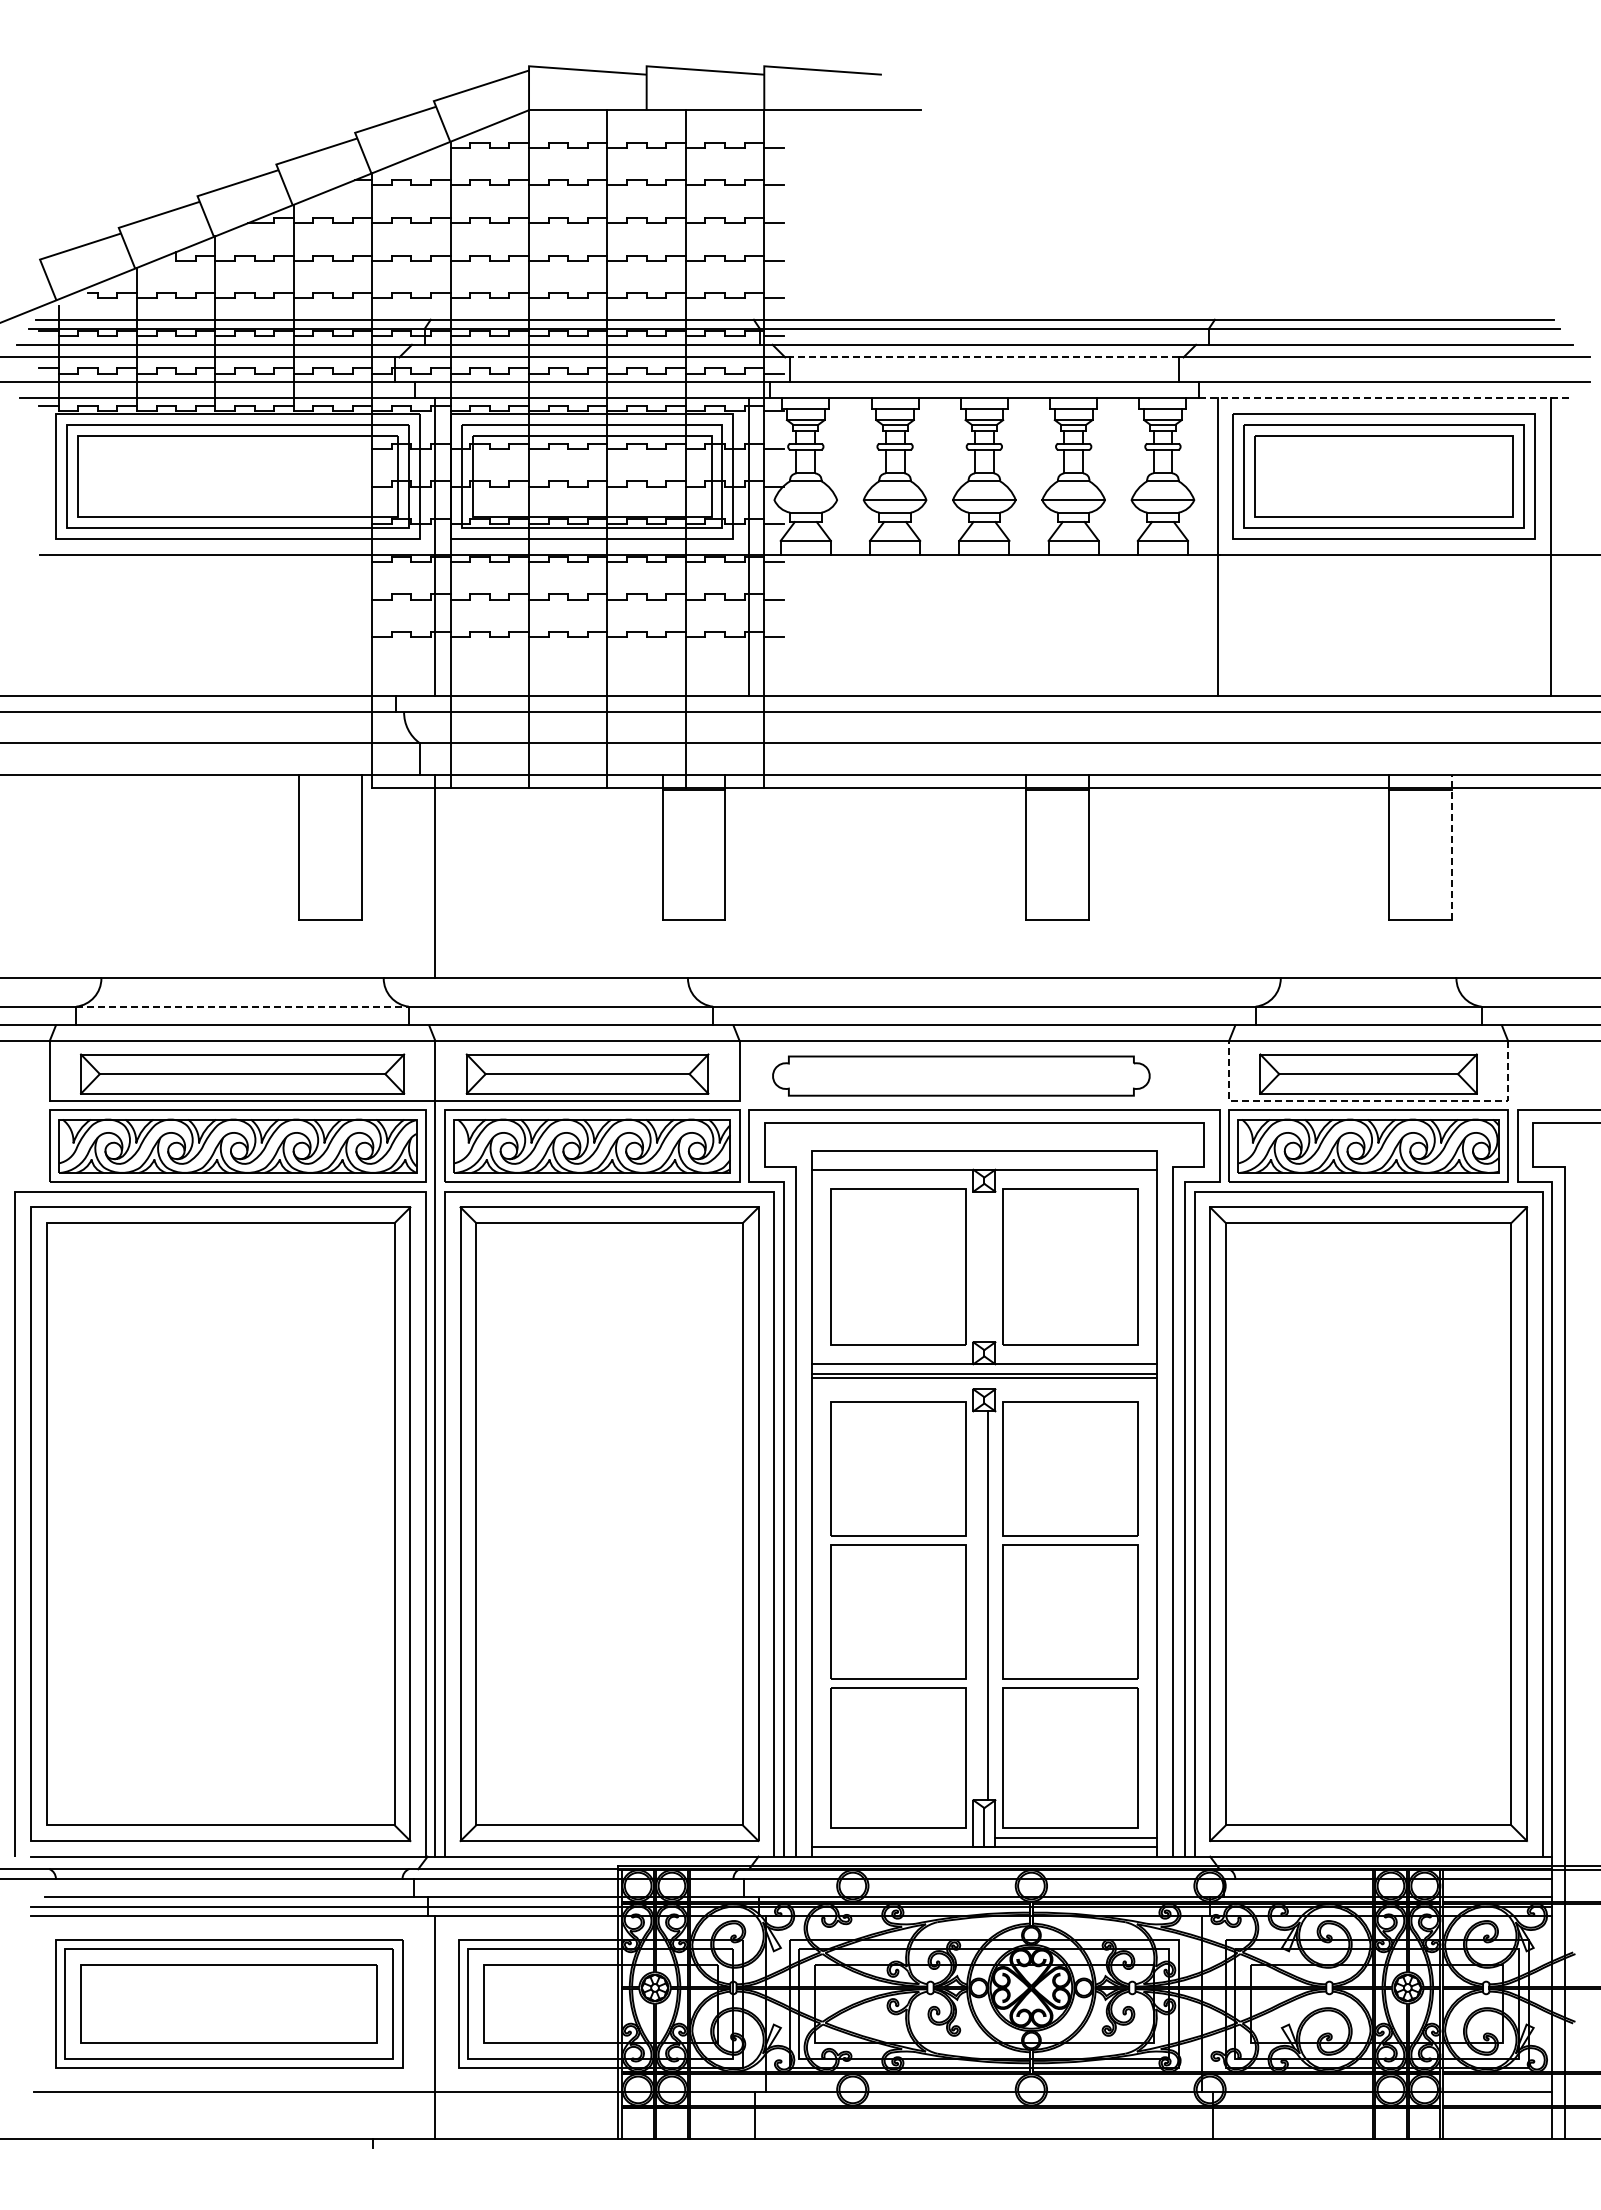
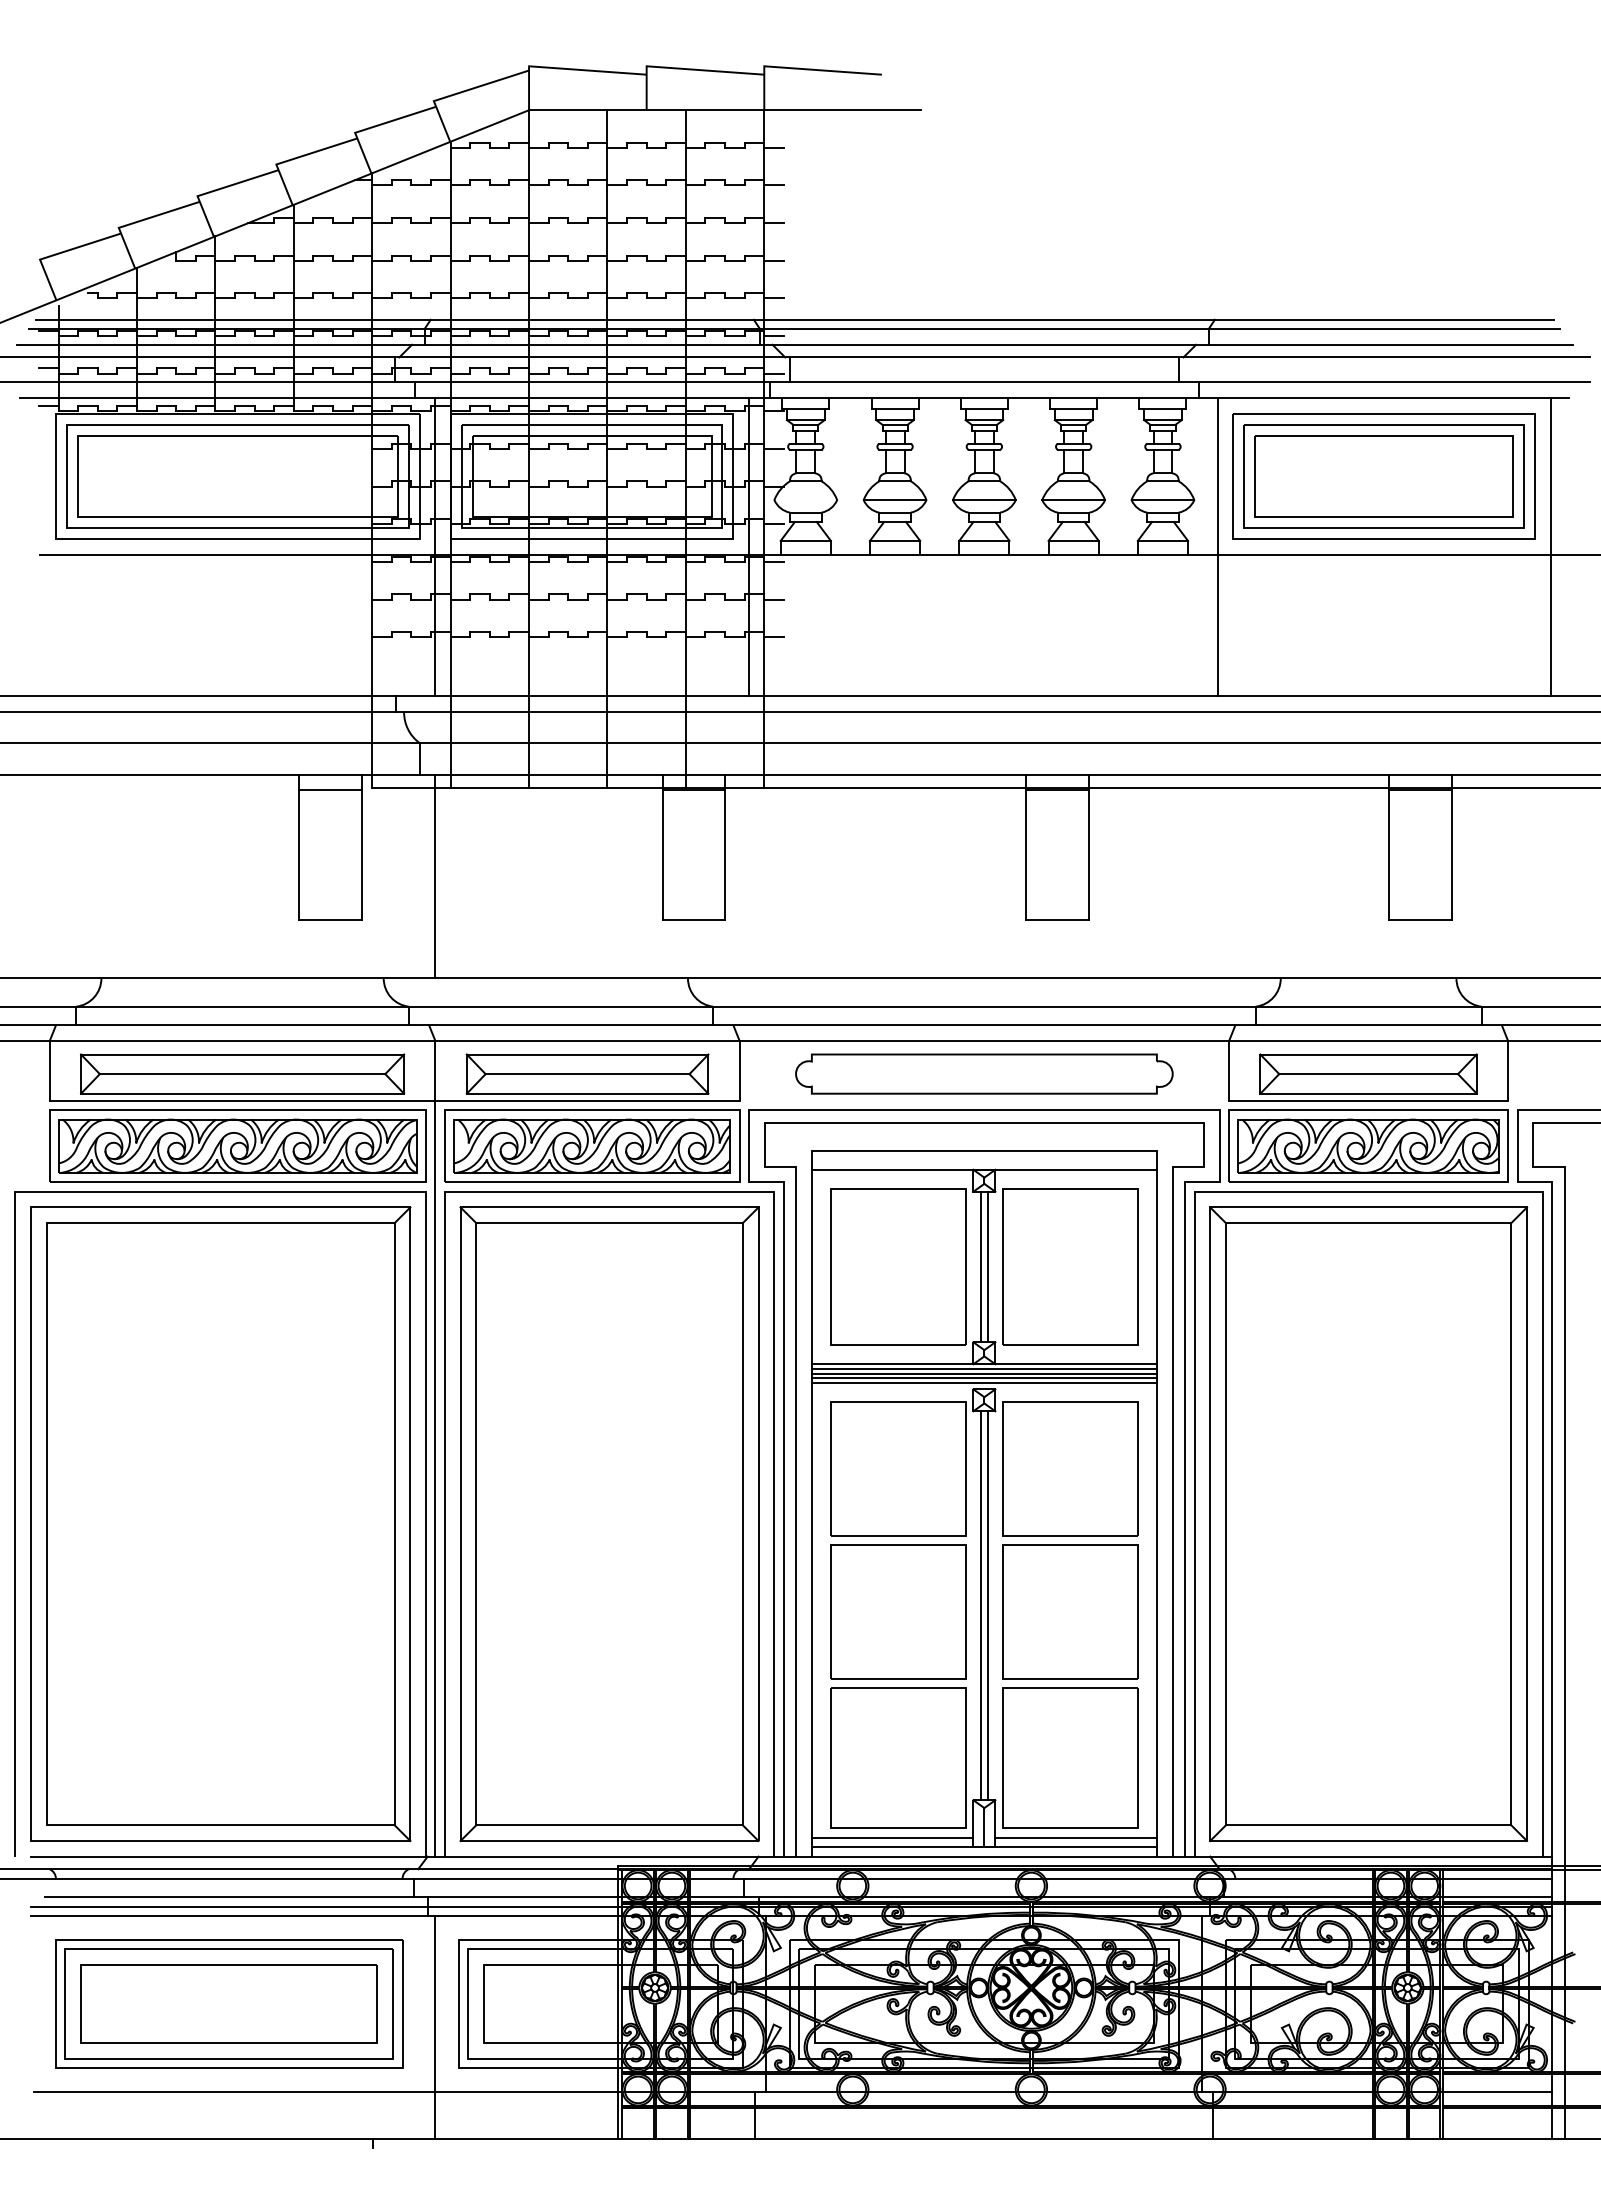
line at (983, 357): dashed -> solid
line at (1384, 398): dashed -> solid
line at (330, 790): none -> present
line at (1452, 847): dashed -> solid
line at (243, 1006): dashed -> solid
part at (961, 1075) position: (961, 1075) -> (984, 1073)
line at (1368, 1100): dashed -> solid
line at (981, 1266): none -> present
line at (987, 1266): none -> present
line at (983, 1368): none -> present
line at (983, 1383): none -> present
line at (981, 1605): none -> present
line at (892, 1837): none -> present
